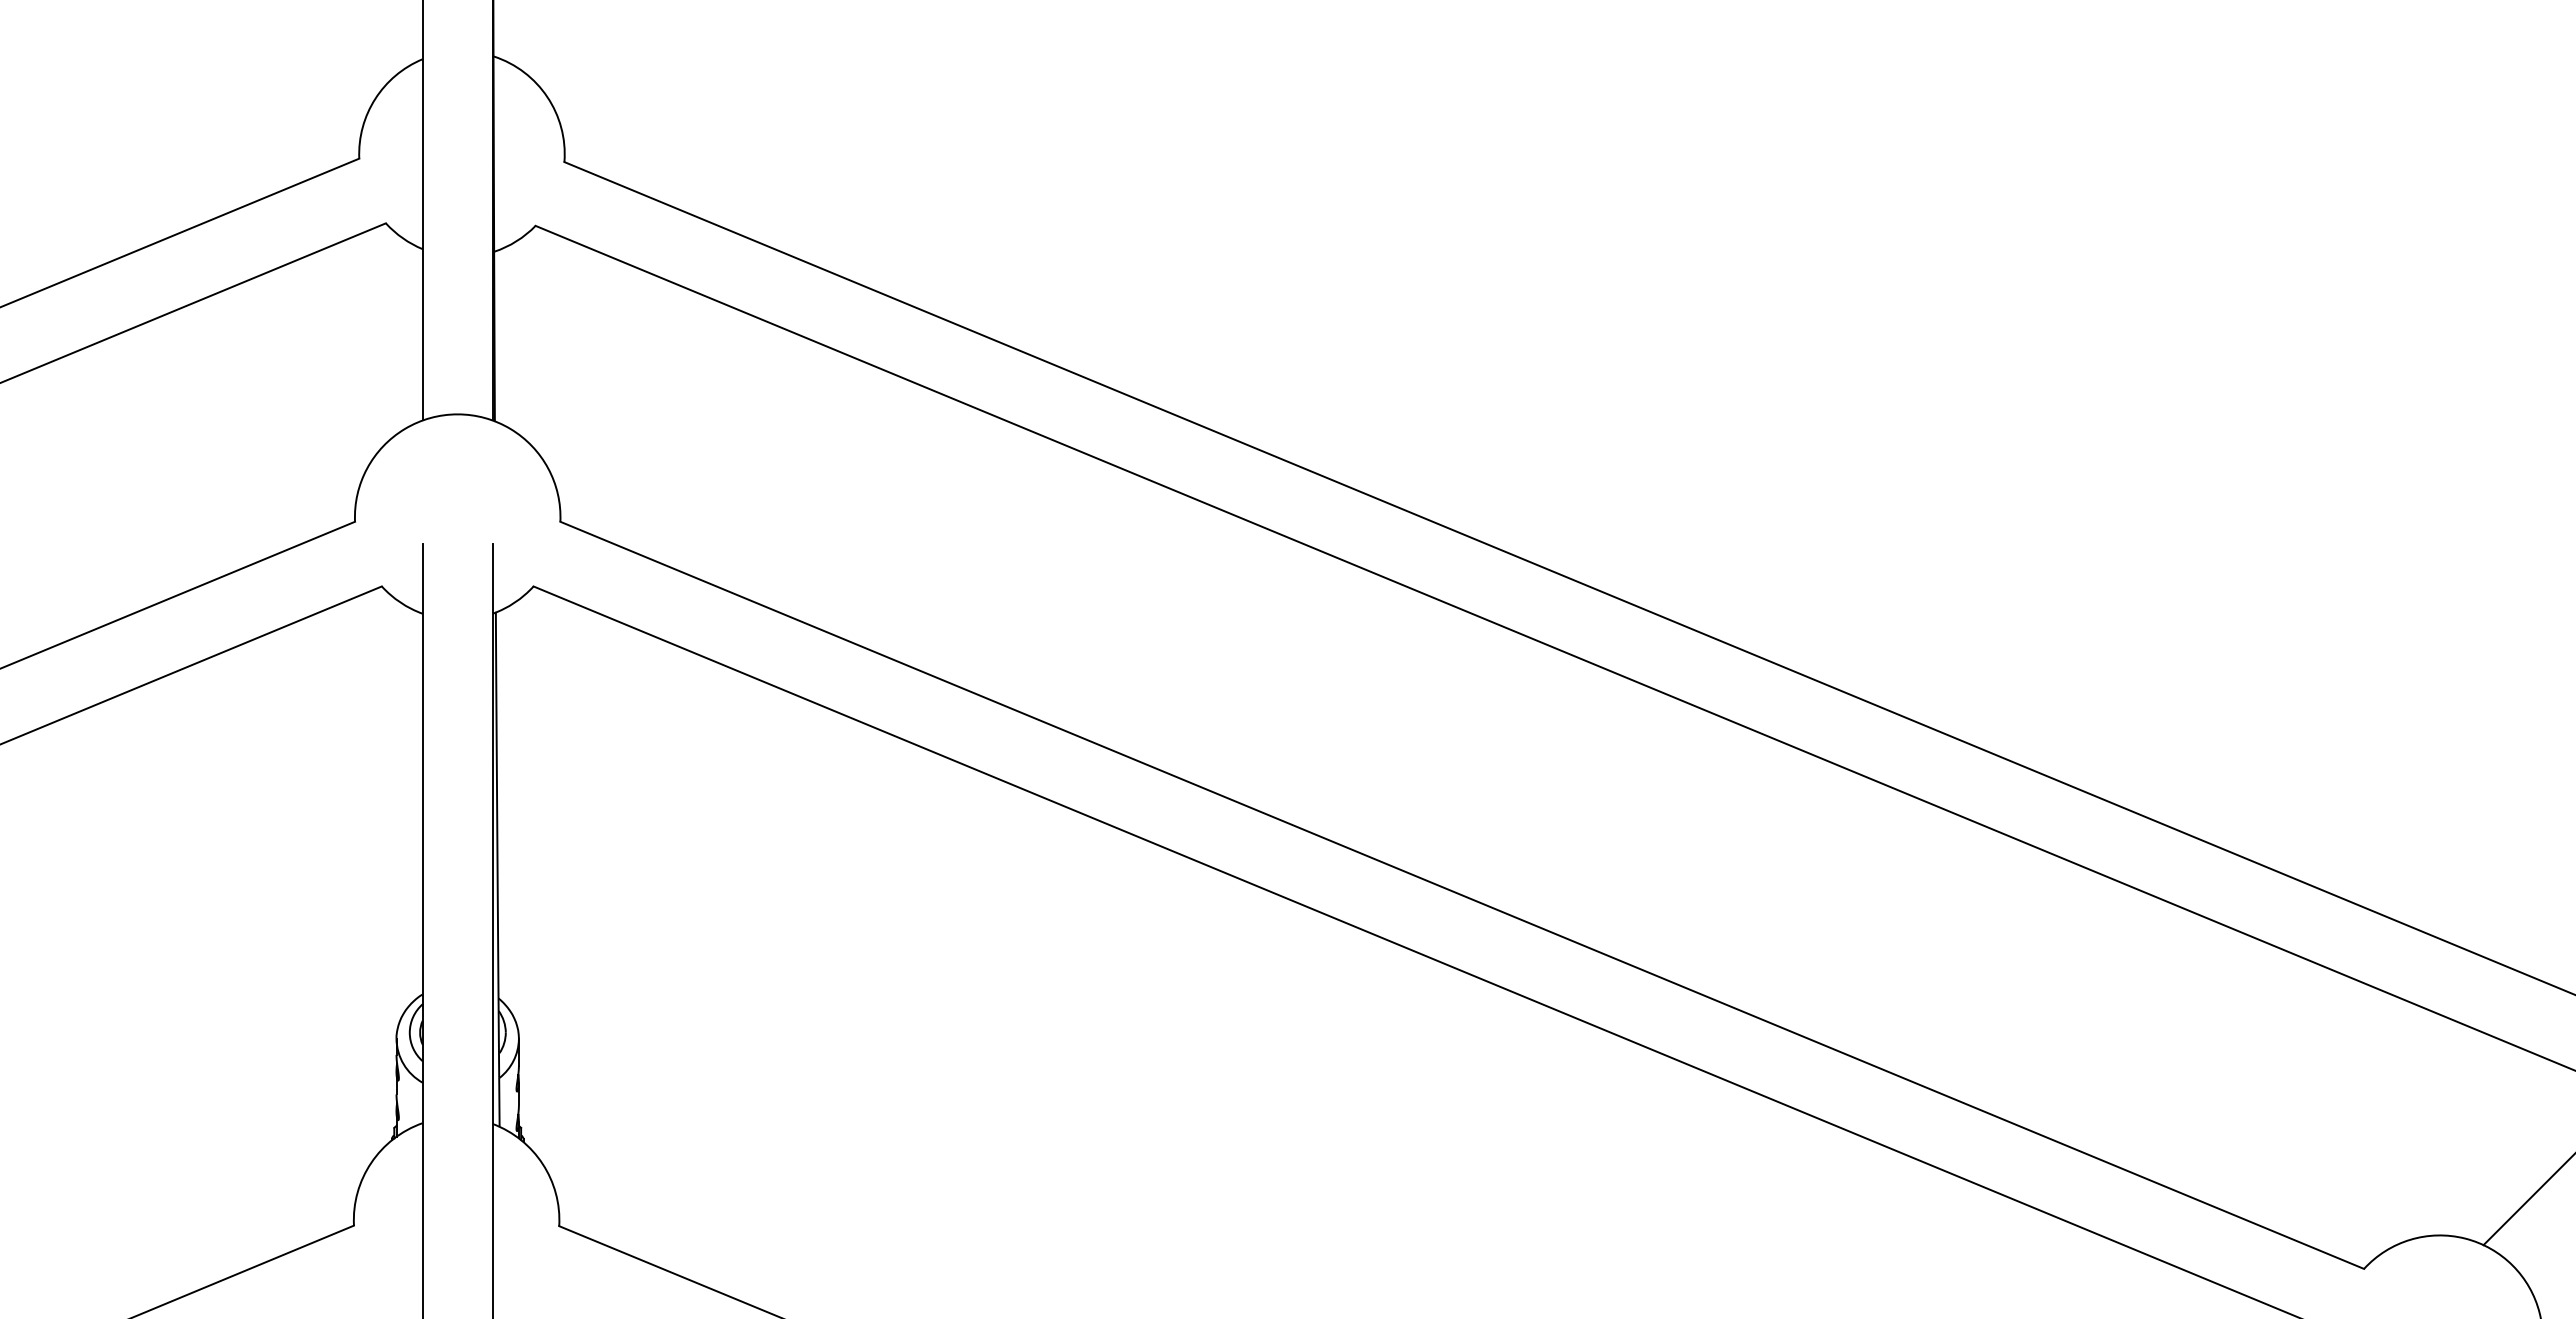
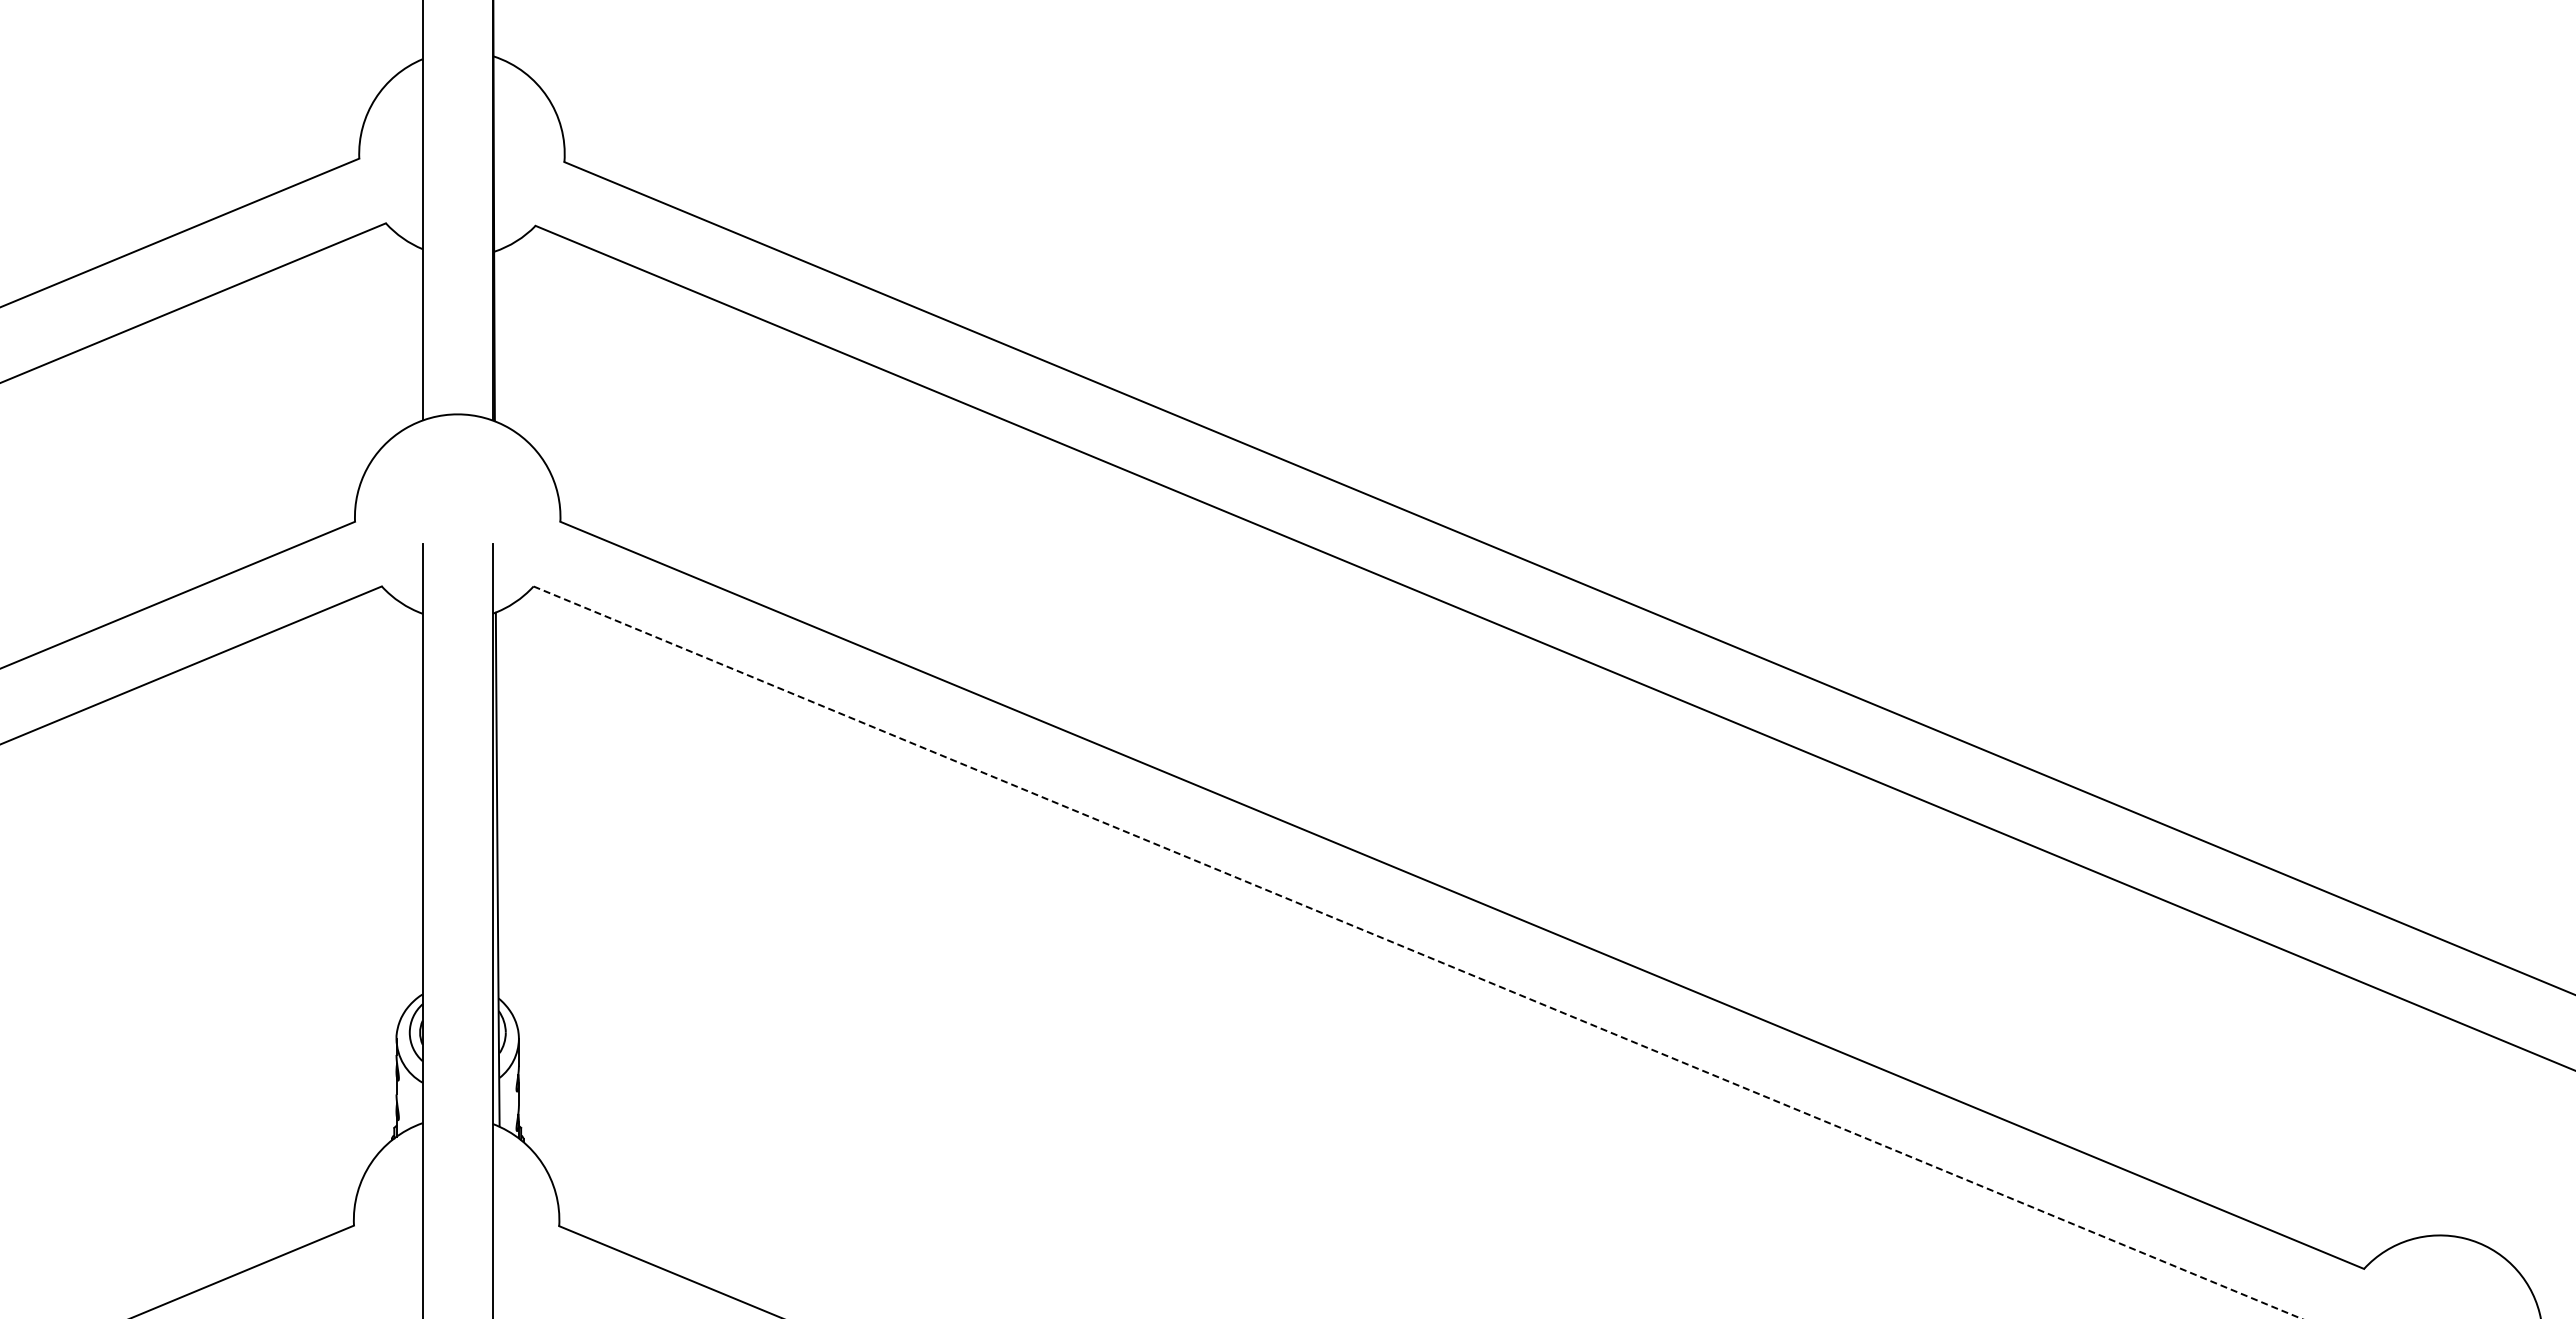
line at (1417, 952): solid -> dashed
line at (2527, 1200): present -> none
